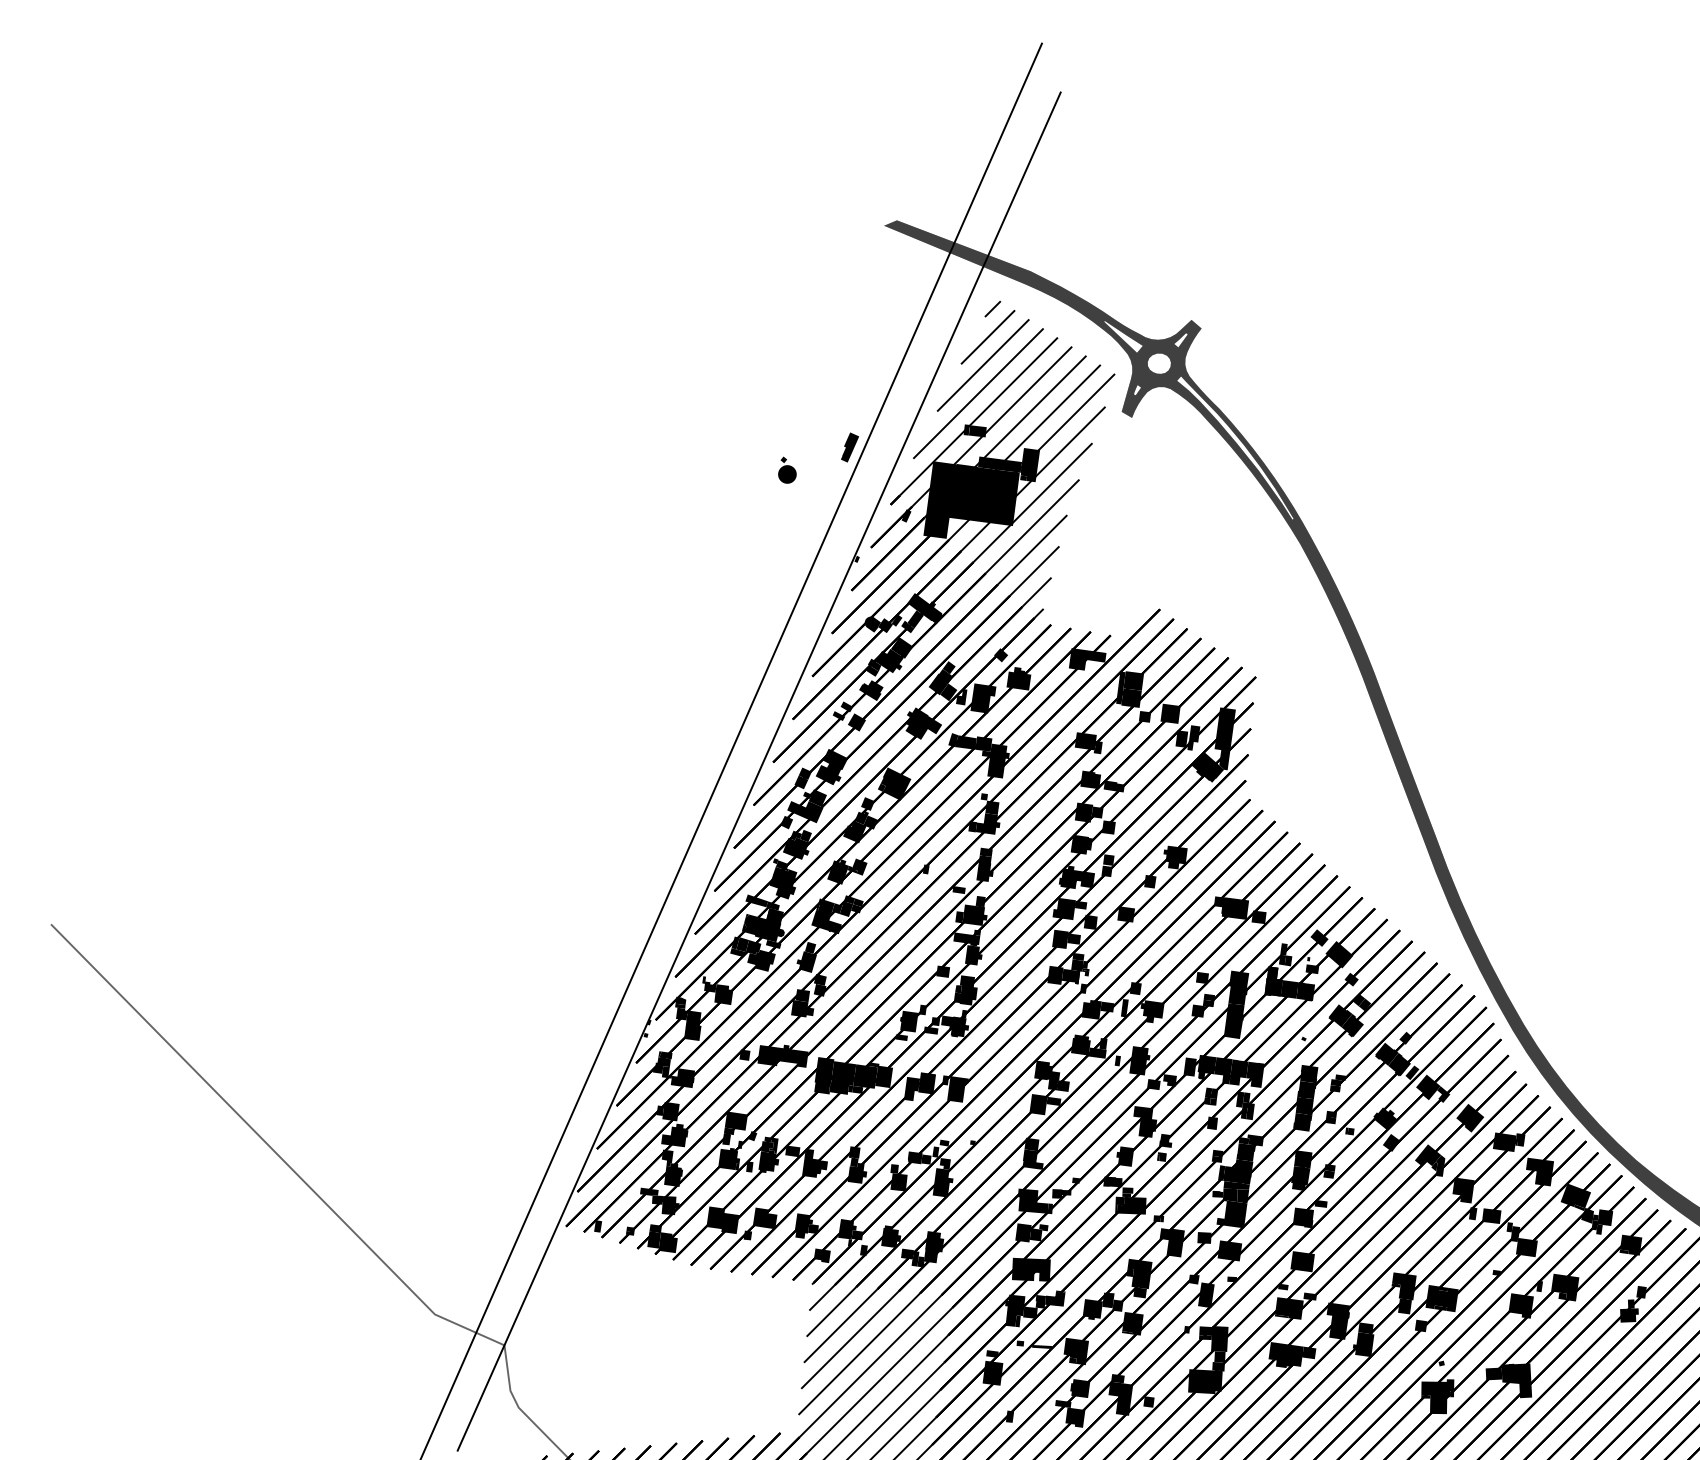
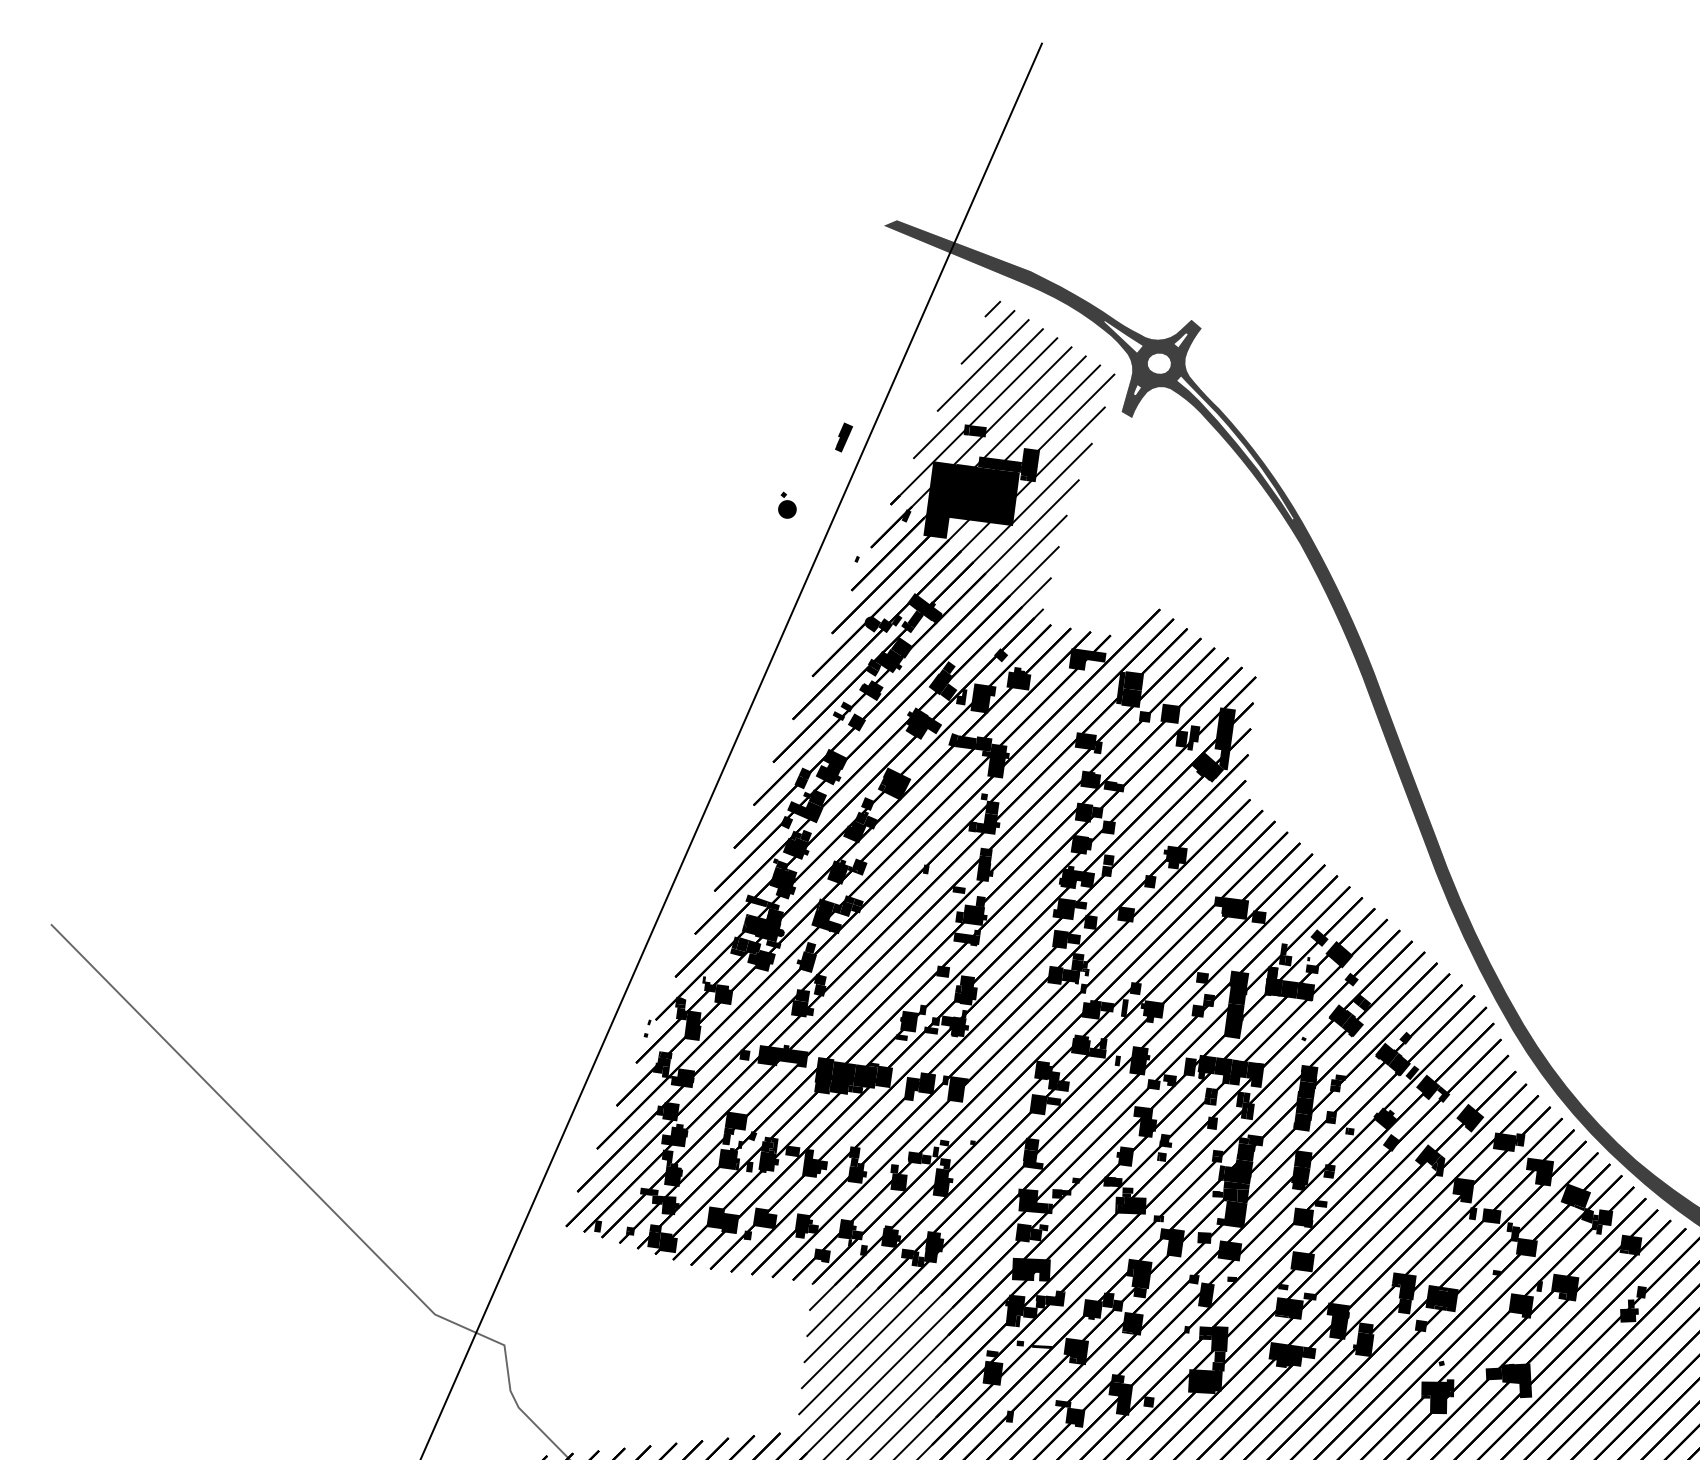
part at (849, 447) position: (849, 447) -> (843, 437)
part at (787, 469) position: (787, 469) -> (787, 504)
line at (758, 771): present -> none
fill at (973, 955): present -> none
fill at (1080, 1388): present -> none
